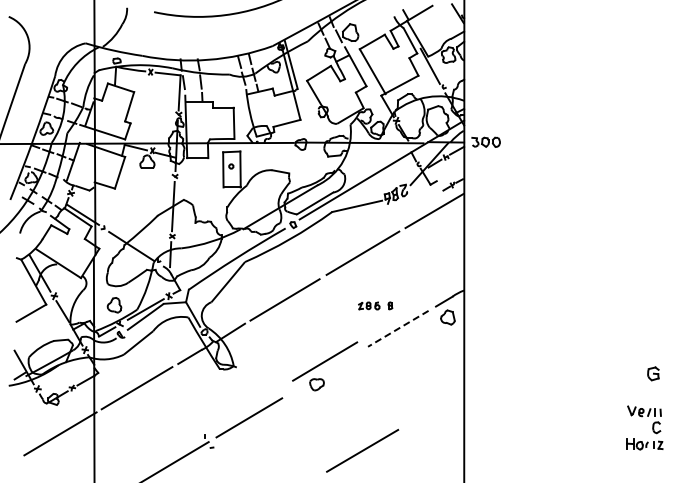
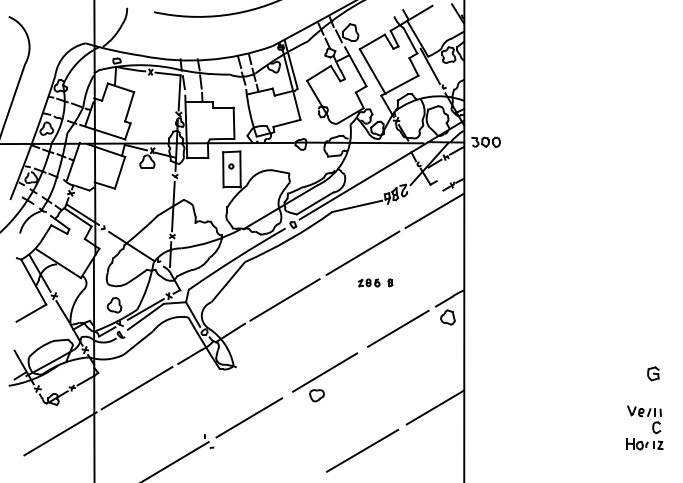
part at (375, 305) position: (375, 305) -> (375, 282)
line at (397, 329): dashed -> solid
part at (325, 366) position: (325, 366) -> (325, 377)
line at (435, 407): none -> present
